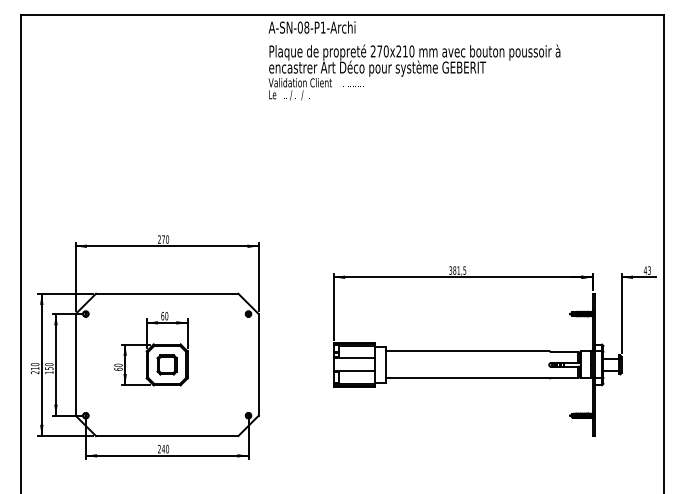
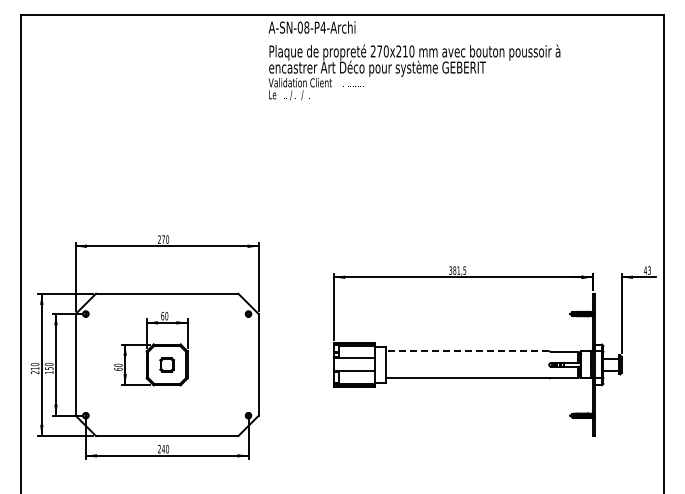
text at (322, 27): A-SN-08-P1-Archi -> A-SN-08-P4-Archi
line at (467, 351): solid -> dashed
part at (166, 364) size: 22x22 px -> 16x16 px
